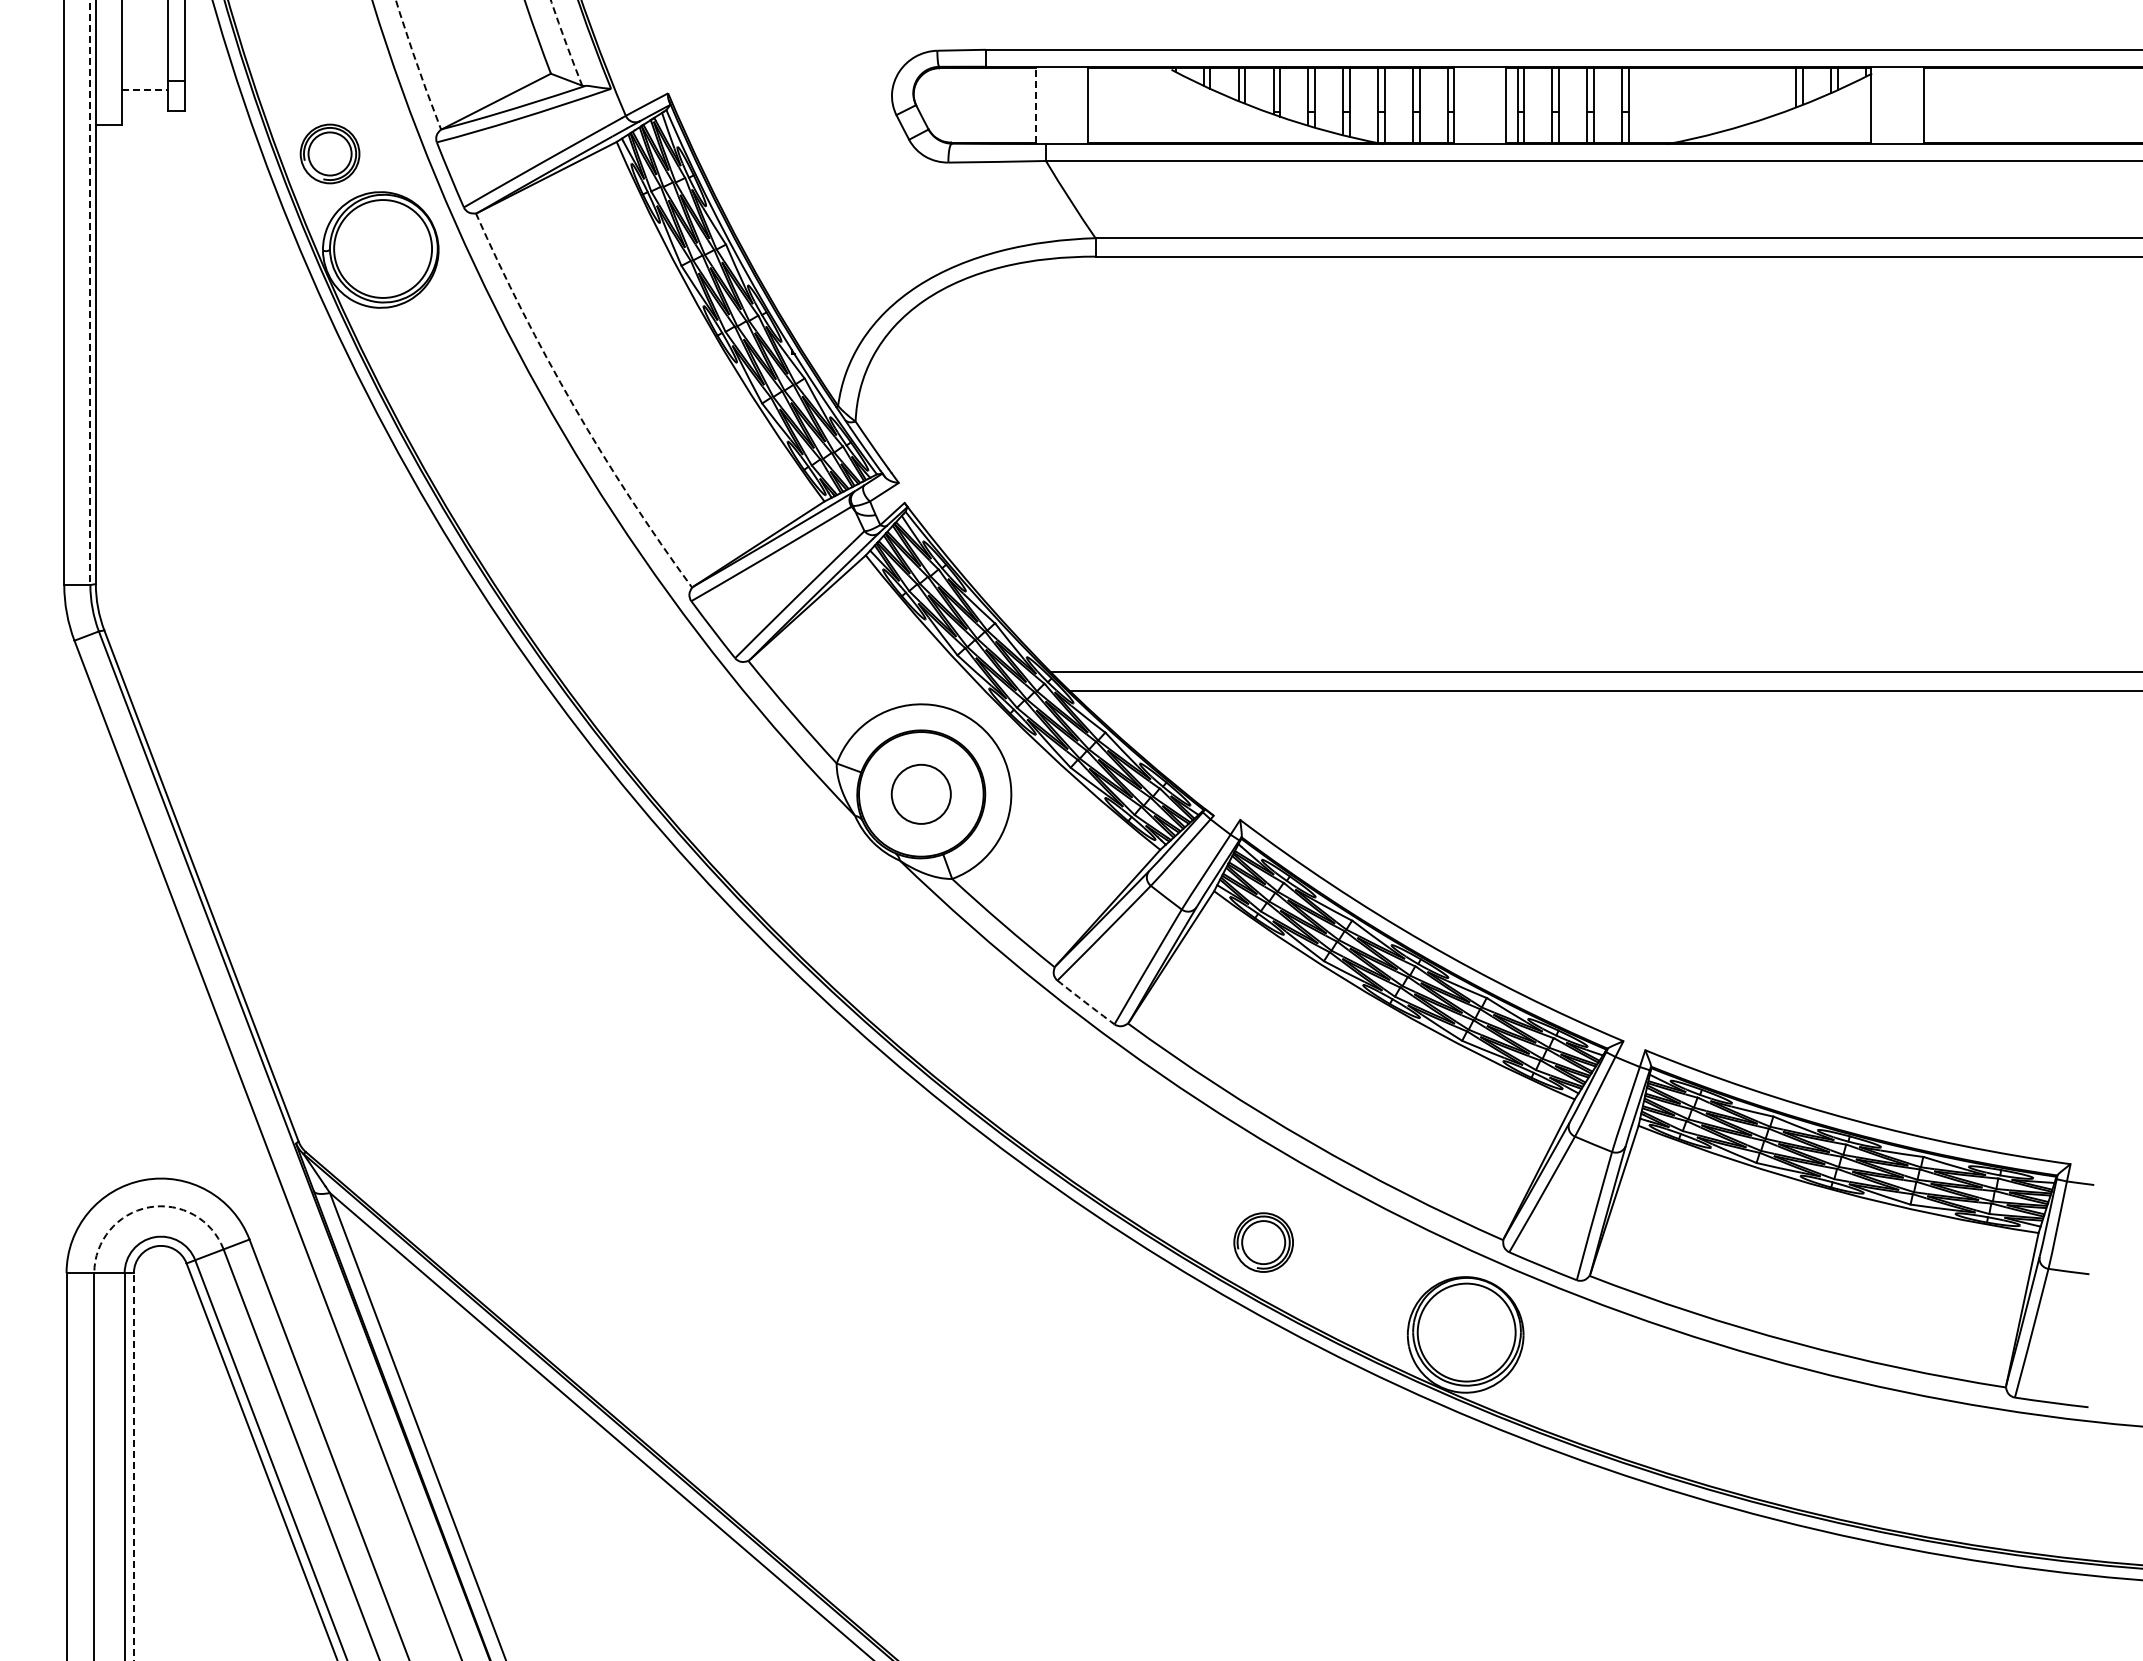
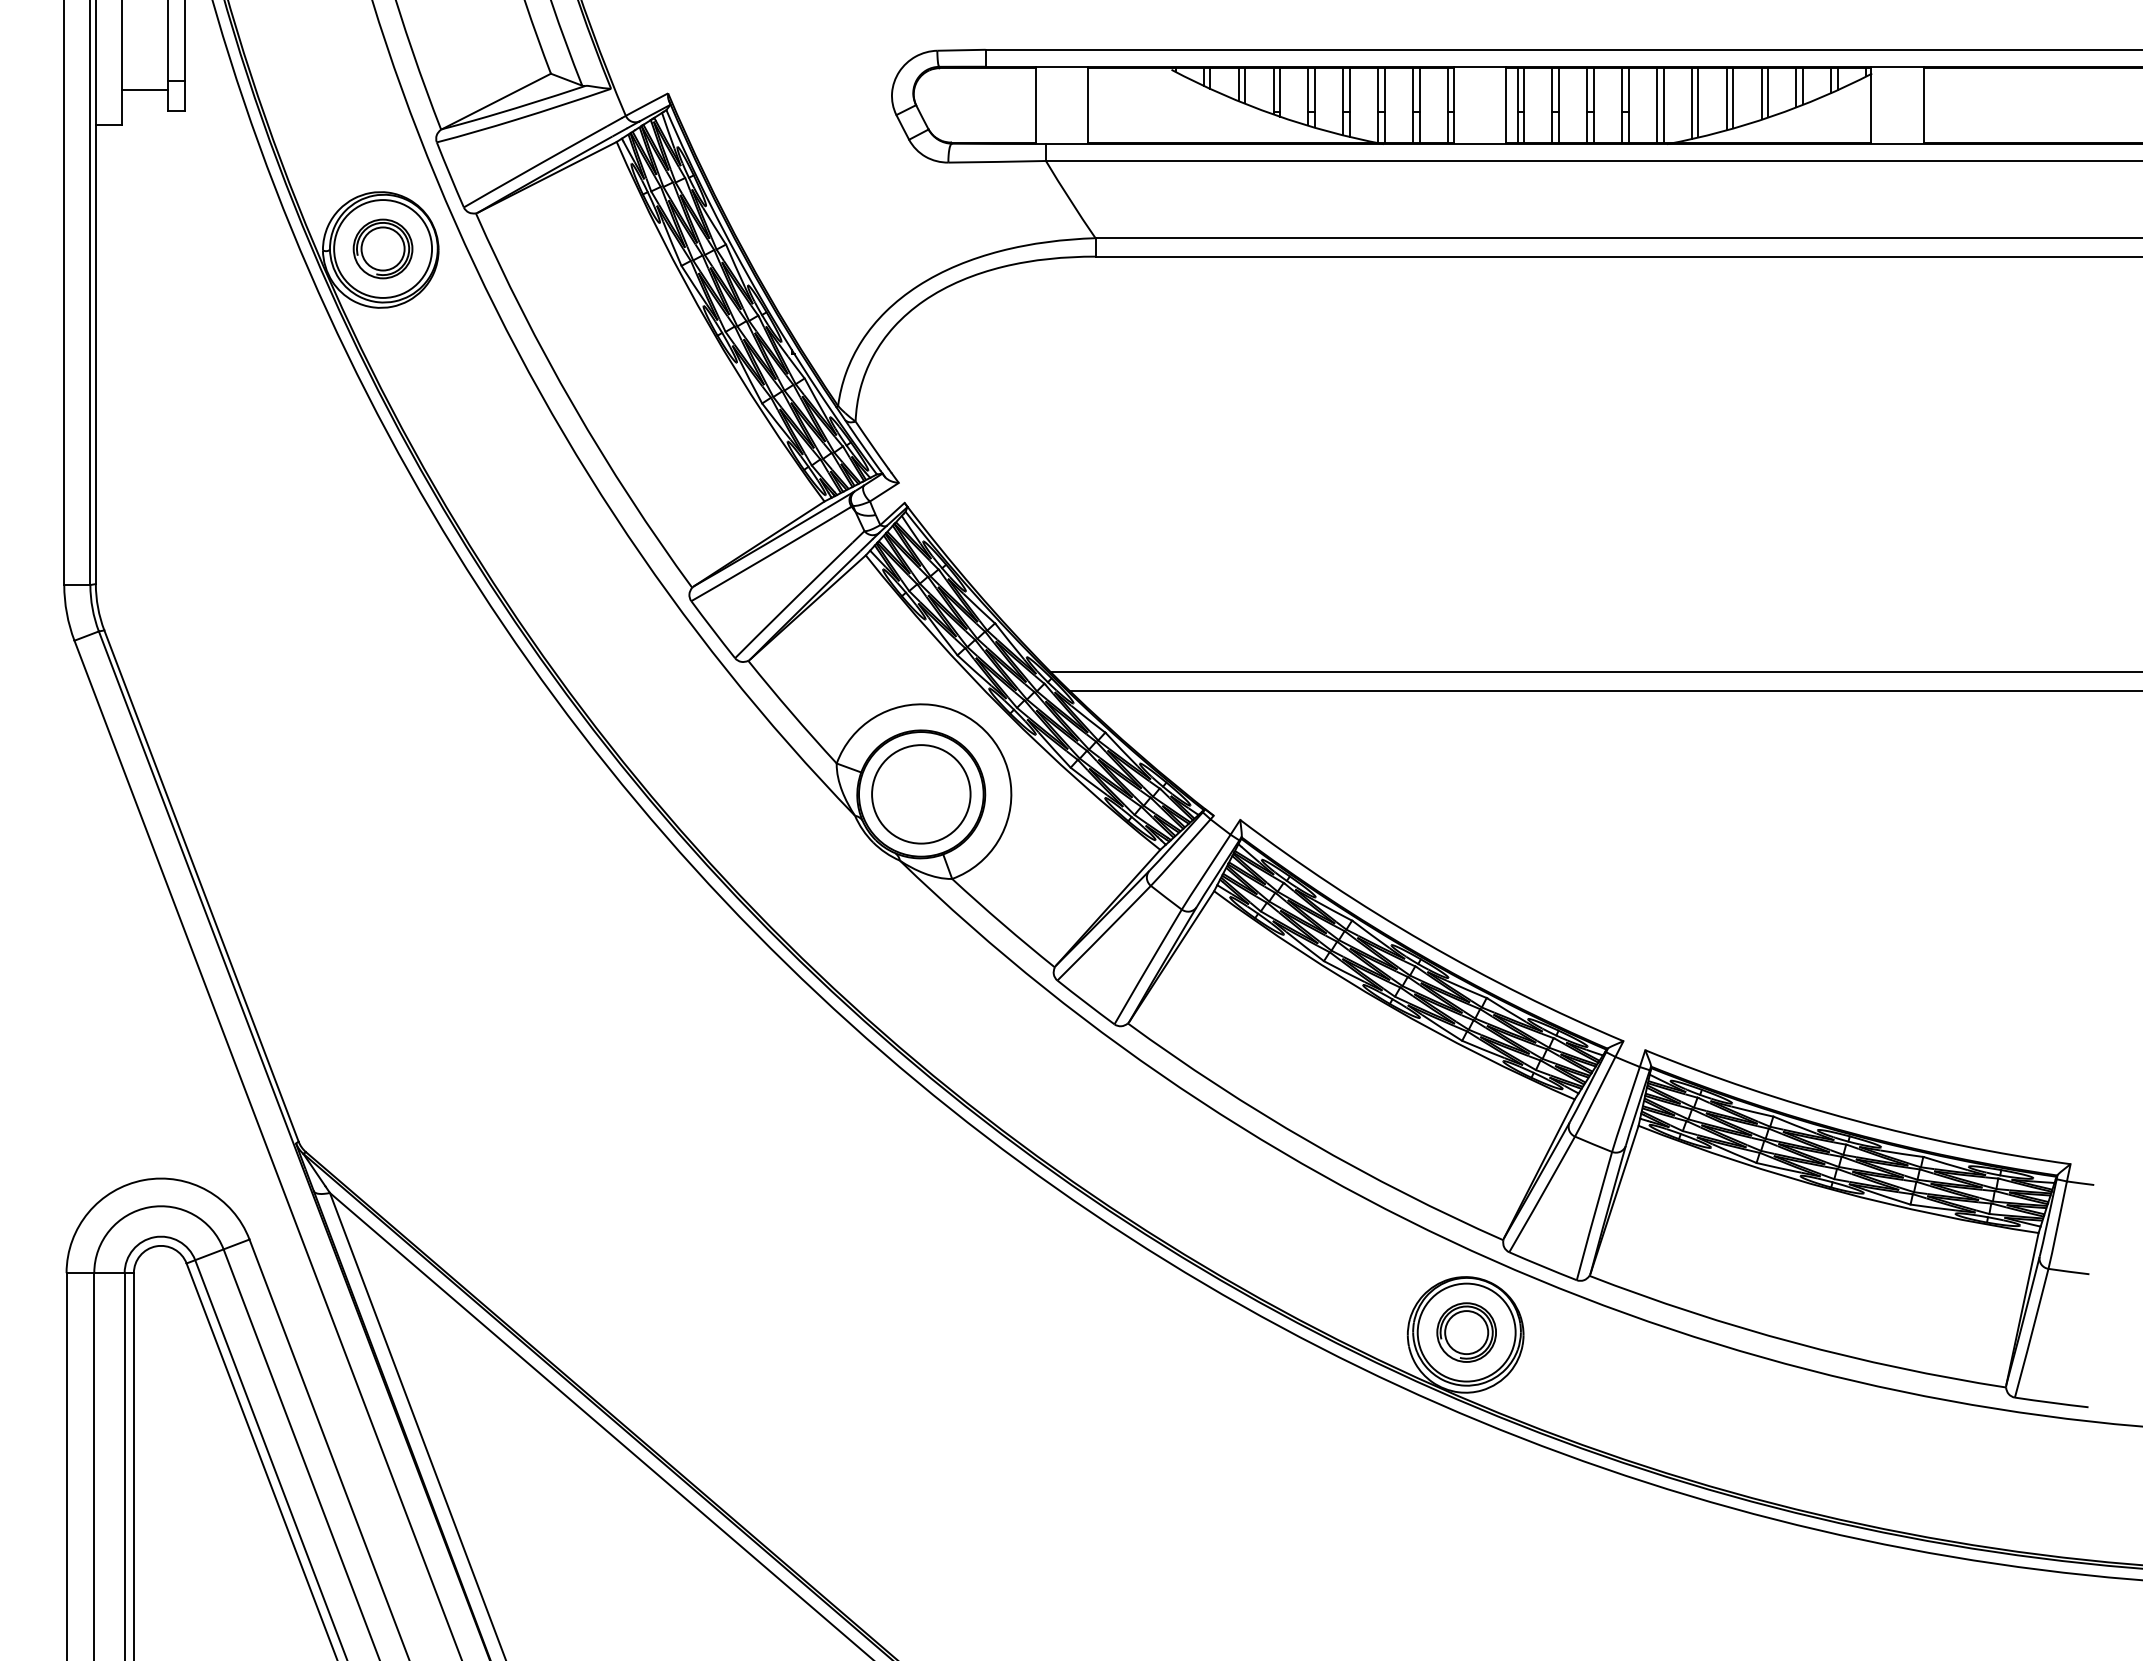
arc at (566, 43): dashed -> solid
arc at (417, 65): dashed -> solid
line at (144, 89): dashed -> solid
line at (1768, 92): none -> present
line at (1761, 93): none -> present
line at (1733, 97): none -> present
line at (1726, 98): none -> present
line at (1698, 102): none -> present
line at (1691, 103): none -> present
line at (1035, 104): dashed -> solid
line at (1657, 105): none -> present
line at (1663, 105): none -> present
part at (329, 153) position: (329, 153) -> (382, 248)
line at (90, 293): dashed -> solid
arc at (573, 406): dashed -> solid
circle at (920, 793) diameter: 59 px -> 99 px
arc at (1085, 1002): dashed -> solid
arc at (149, 1207): dashed -> solid
part at (1263, 1242) position: (1263, 1242) -> (1466, 1332)
line at (133, 1466): dashed -> solid
